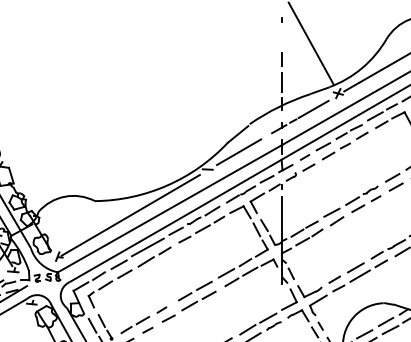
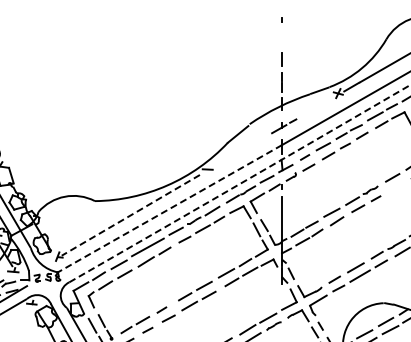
line at (310, 43): present -> none
line at (313, 109): present -> none
line at (239, 152): present -> none
arc at (240, 183): solid -> dashed
line at (395, 186): present -> none
line at (170, 208): solid -> dashed
line at (130, 215): solid -> dashed
